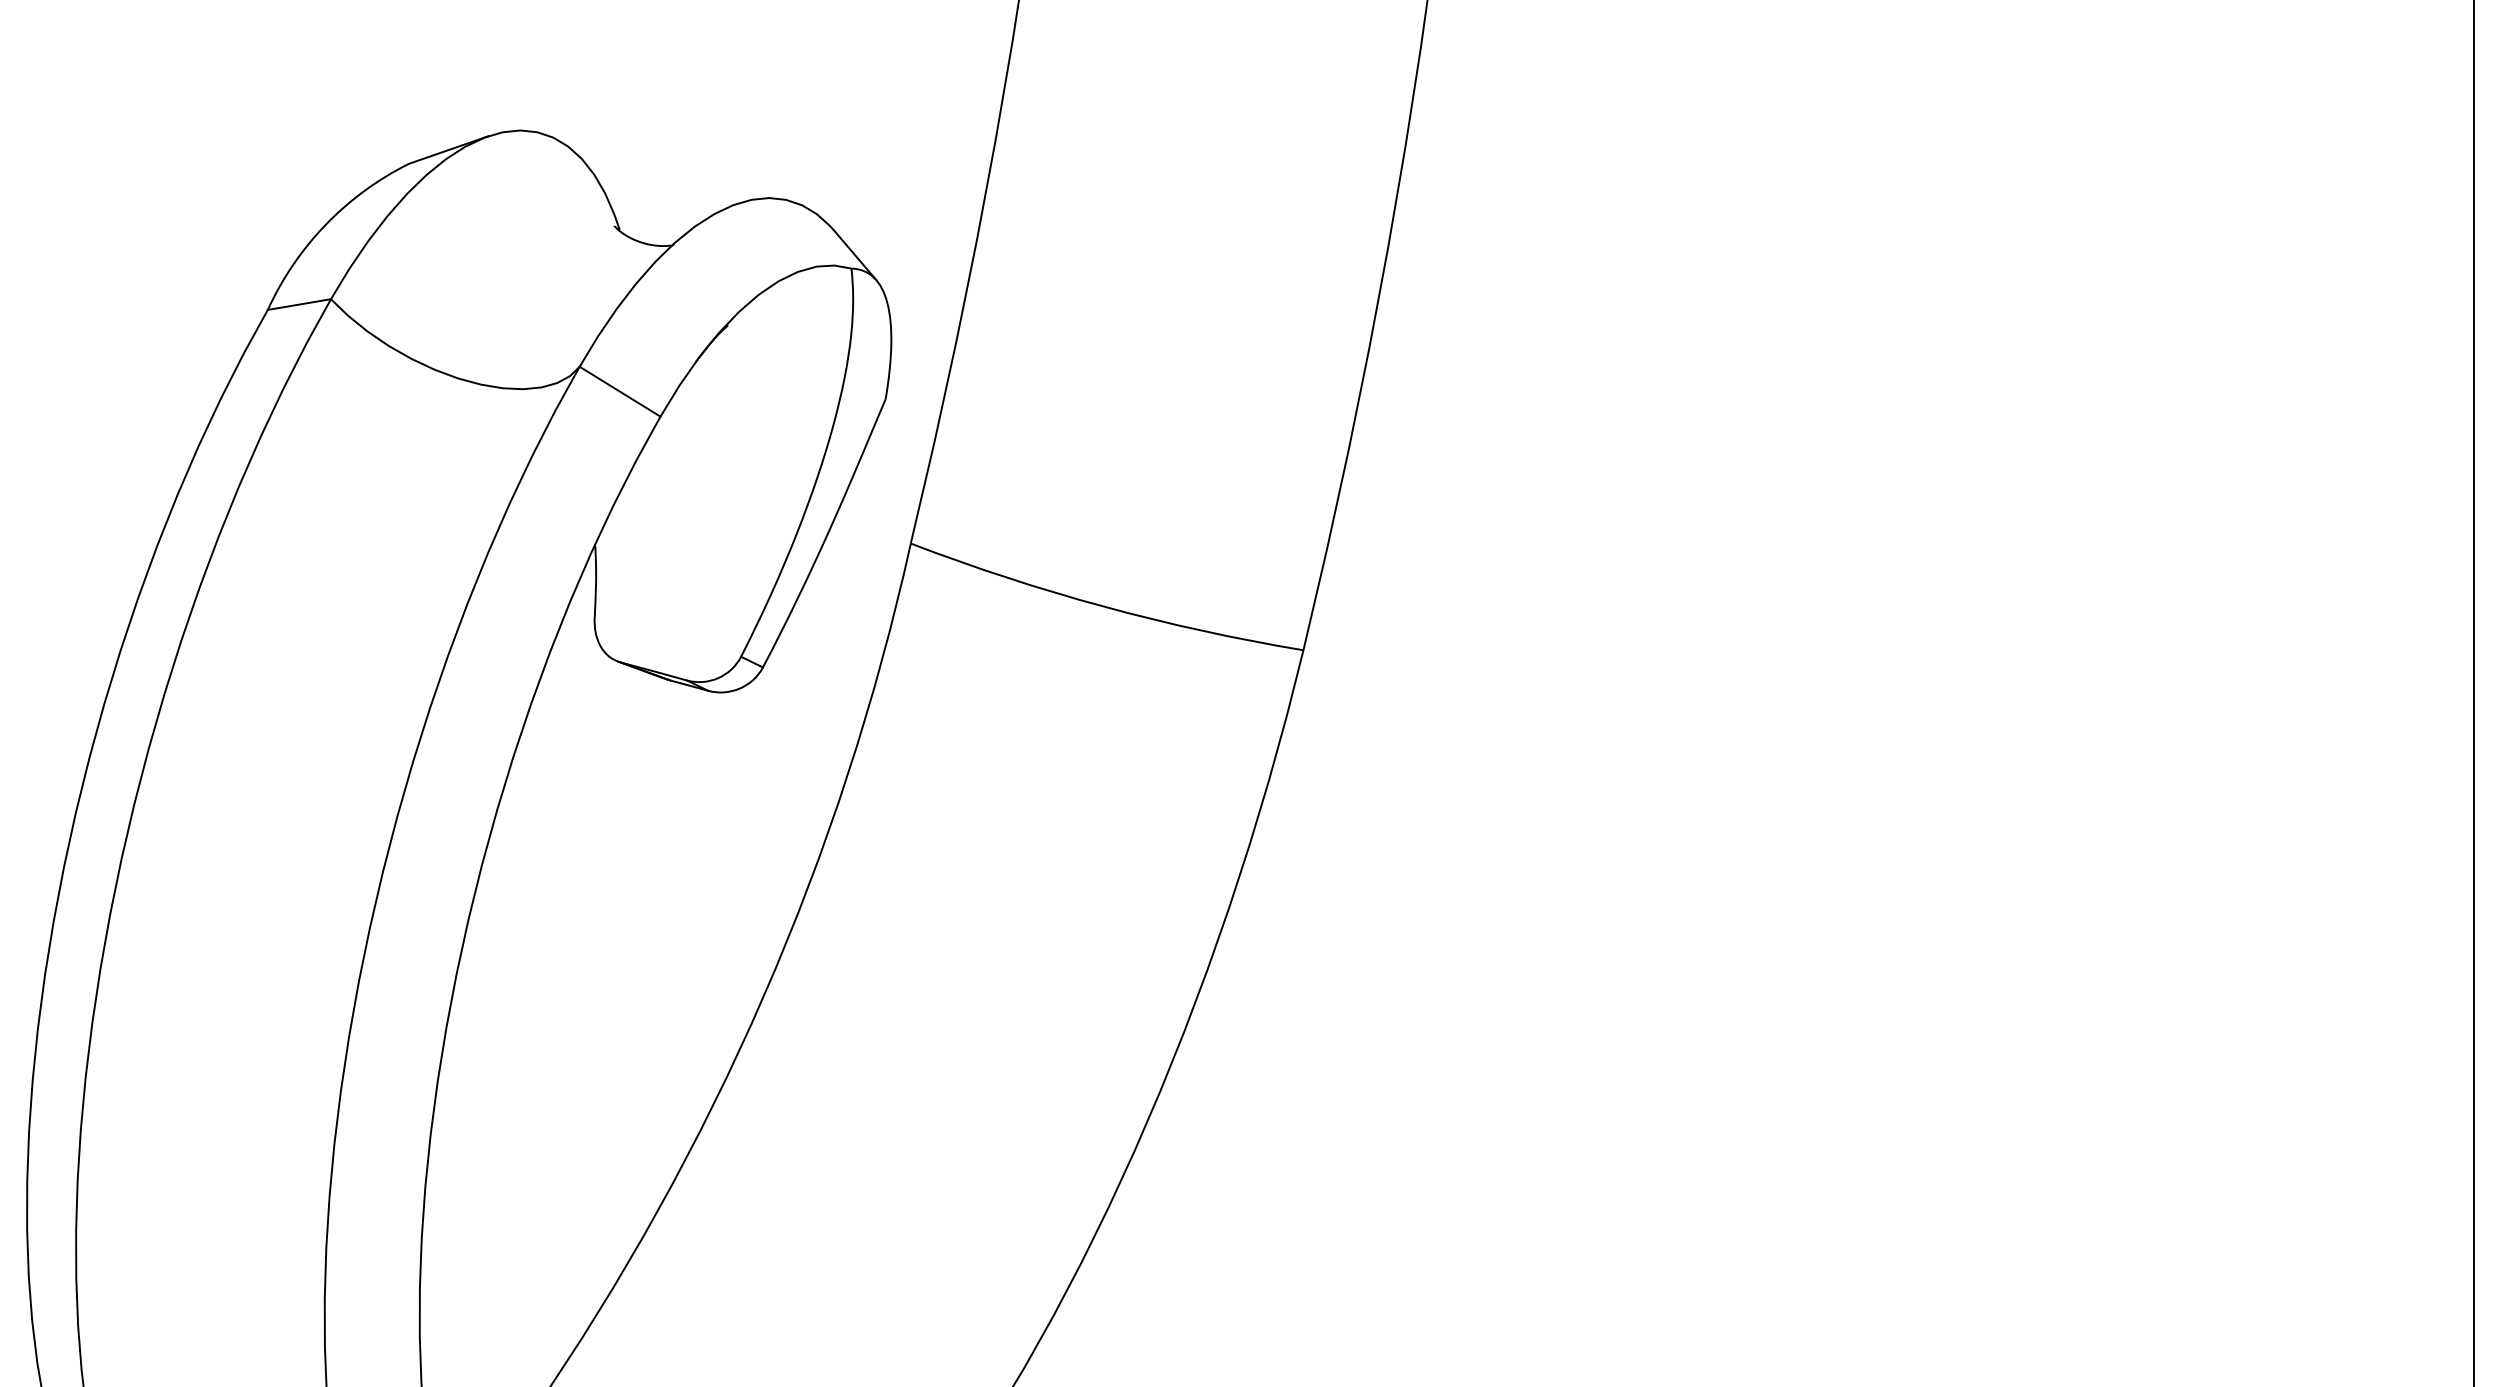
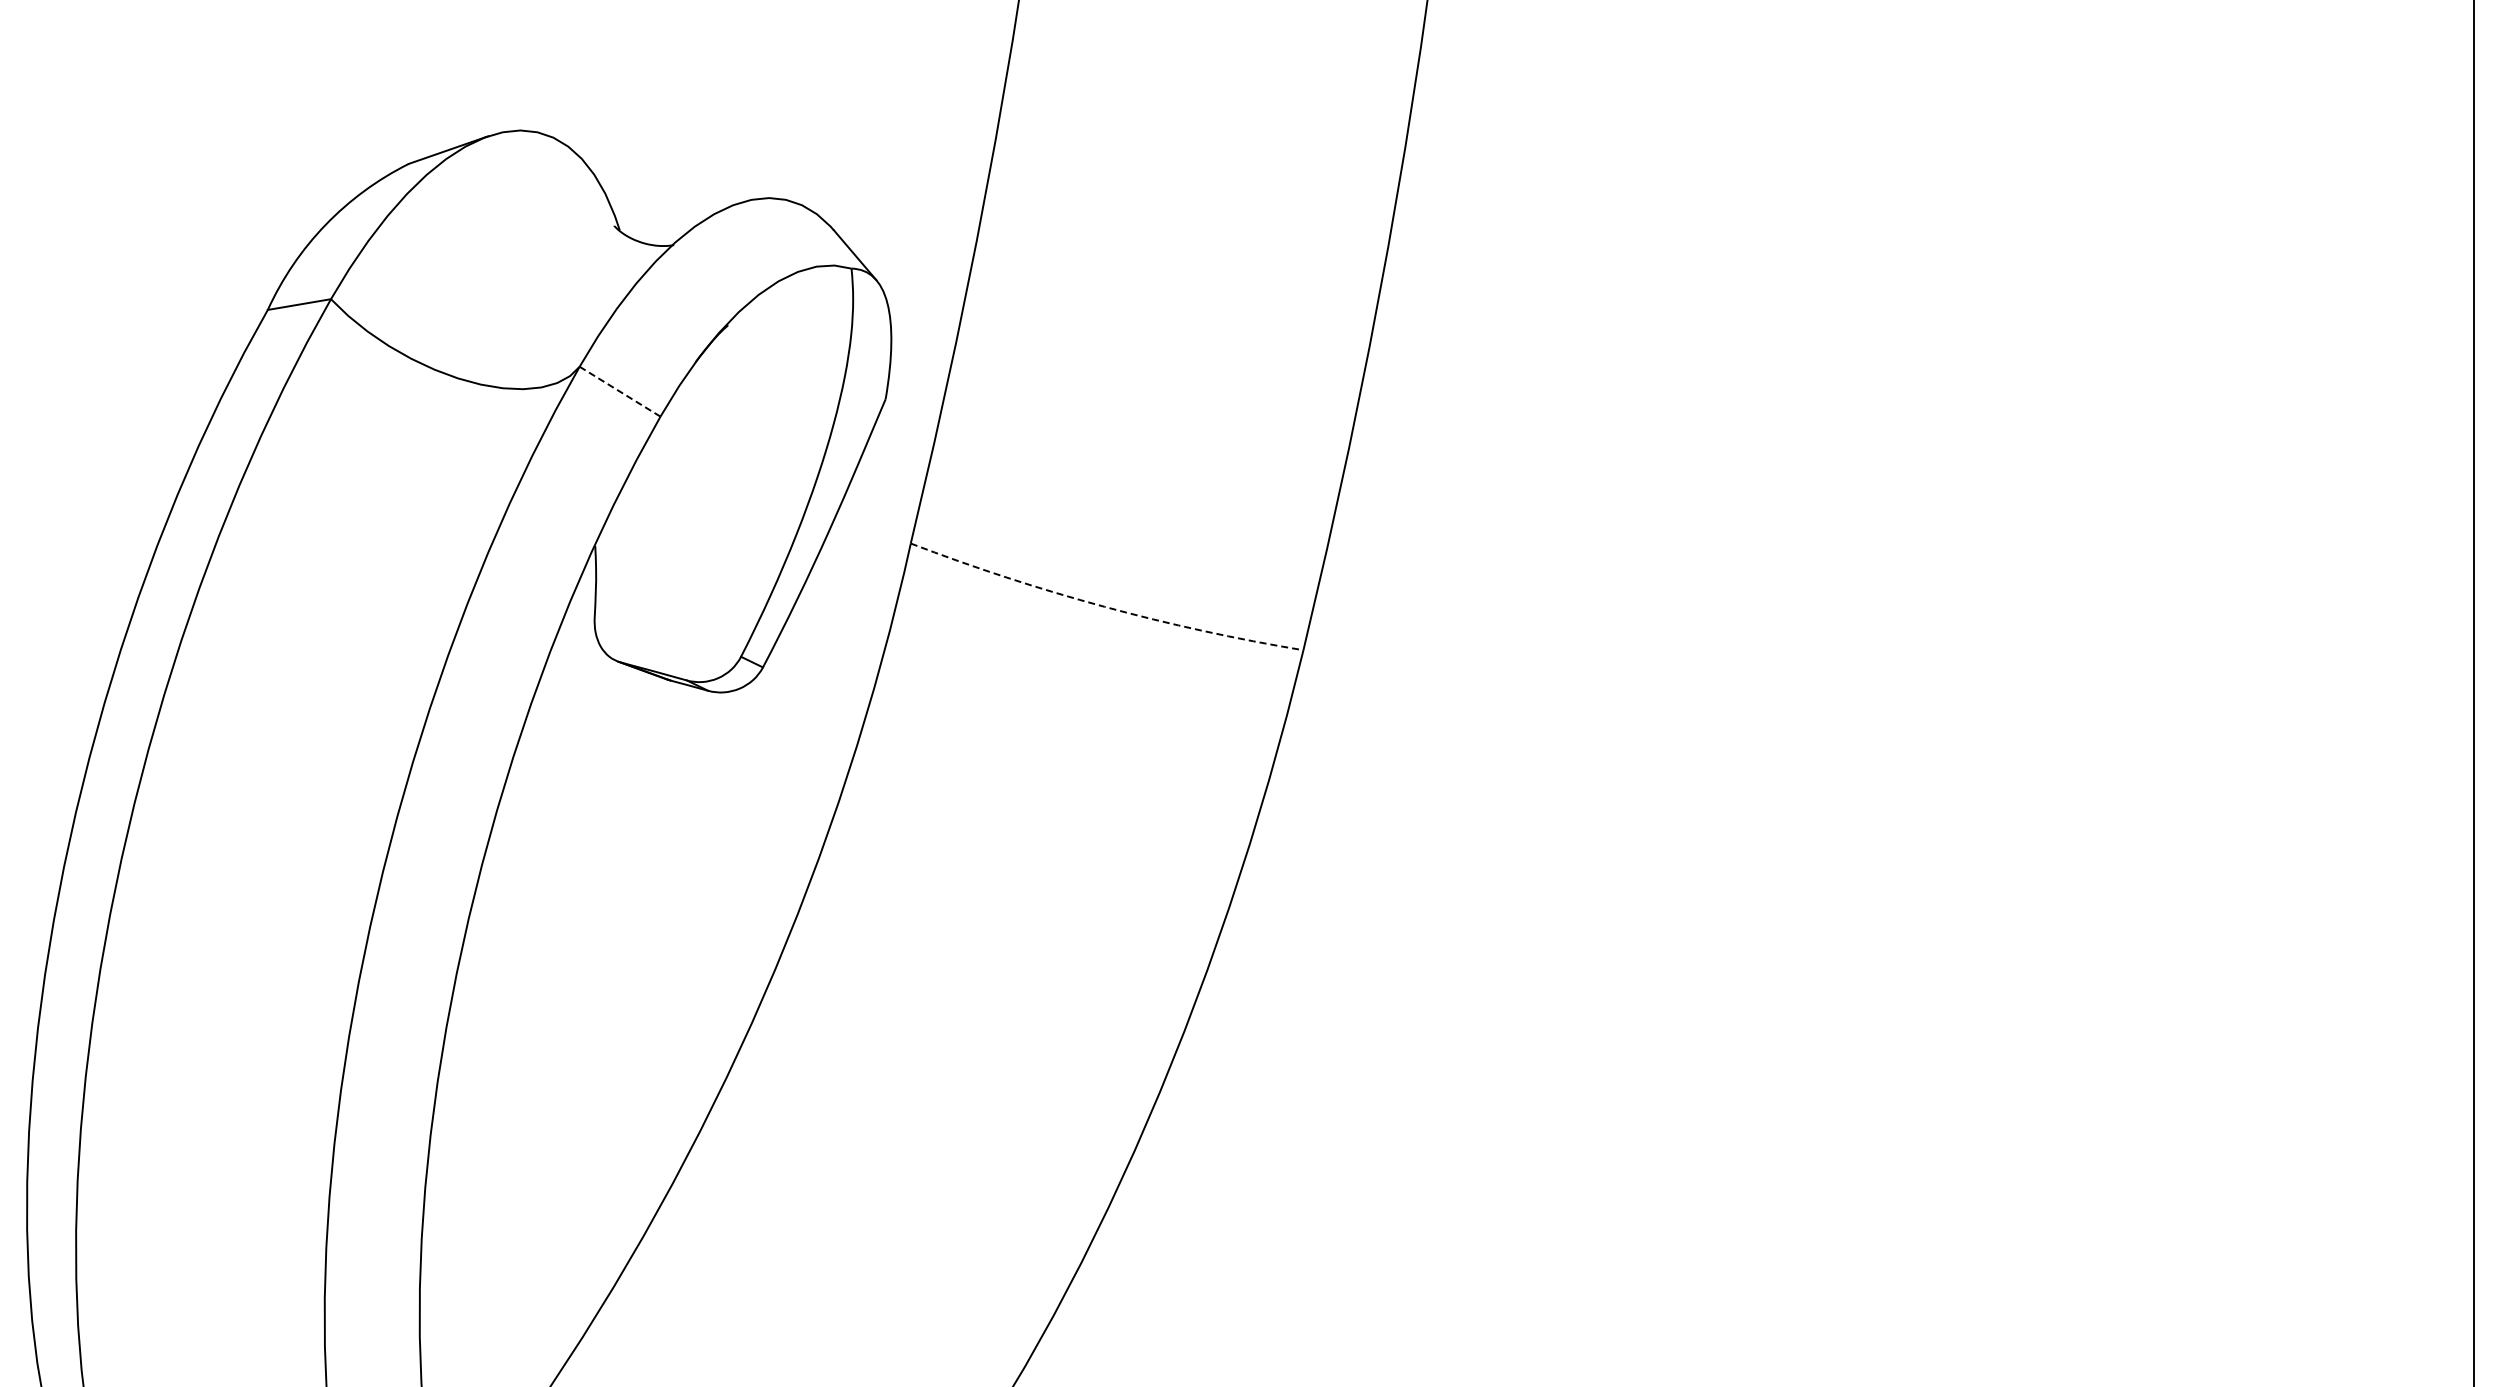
line at (620, 391): solid -> dashed
arc at (1104, 606): solid -> dashed
